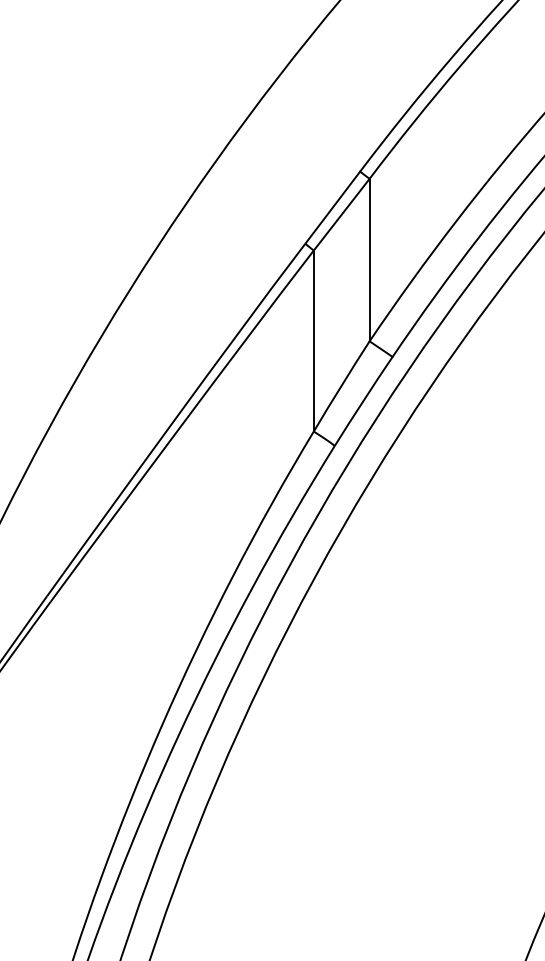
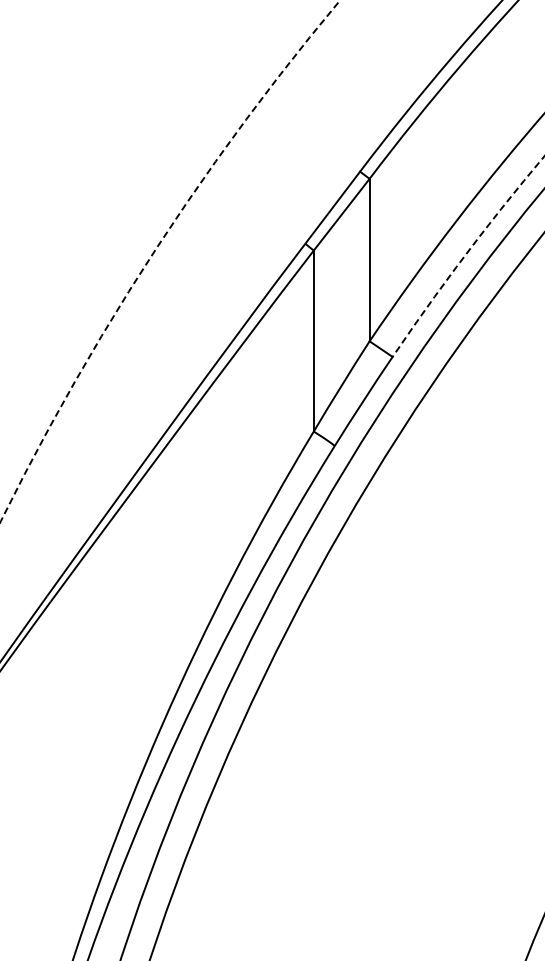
arc at (154, 251): solid -> dashed
arc at (466, 254): solid -> dashed
